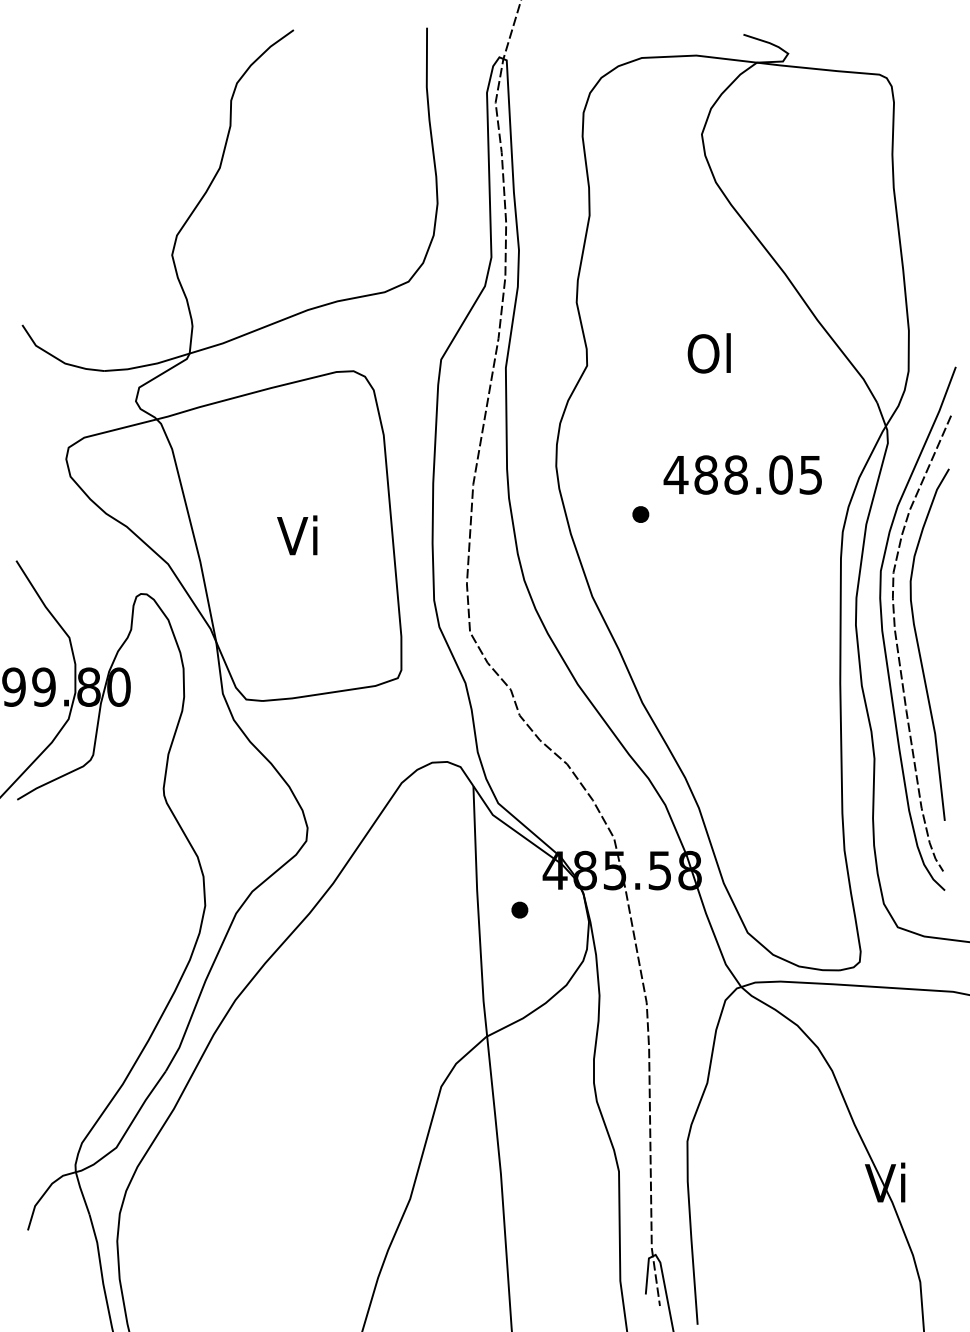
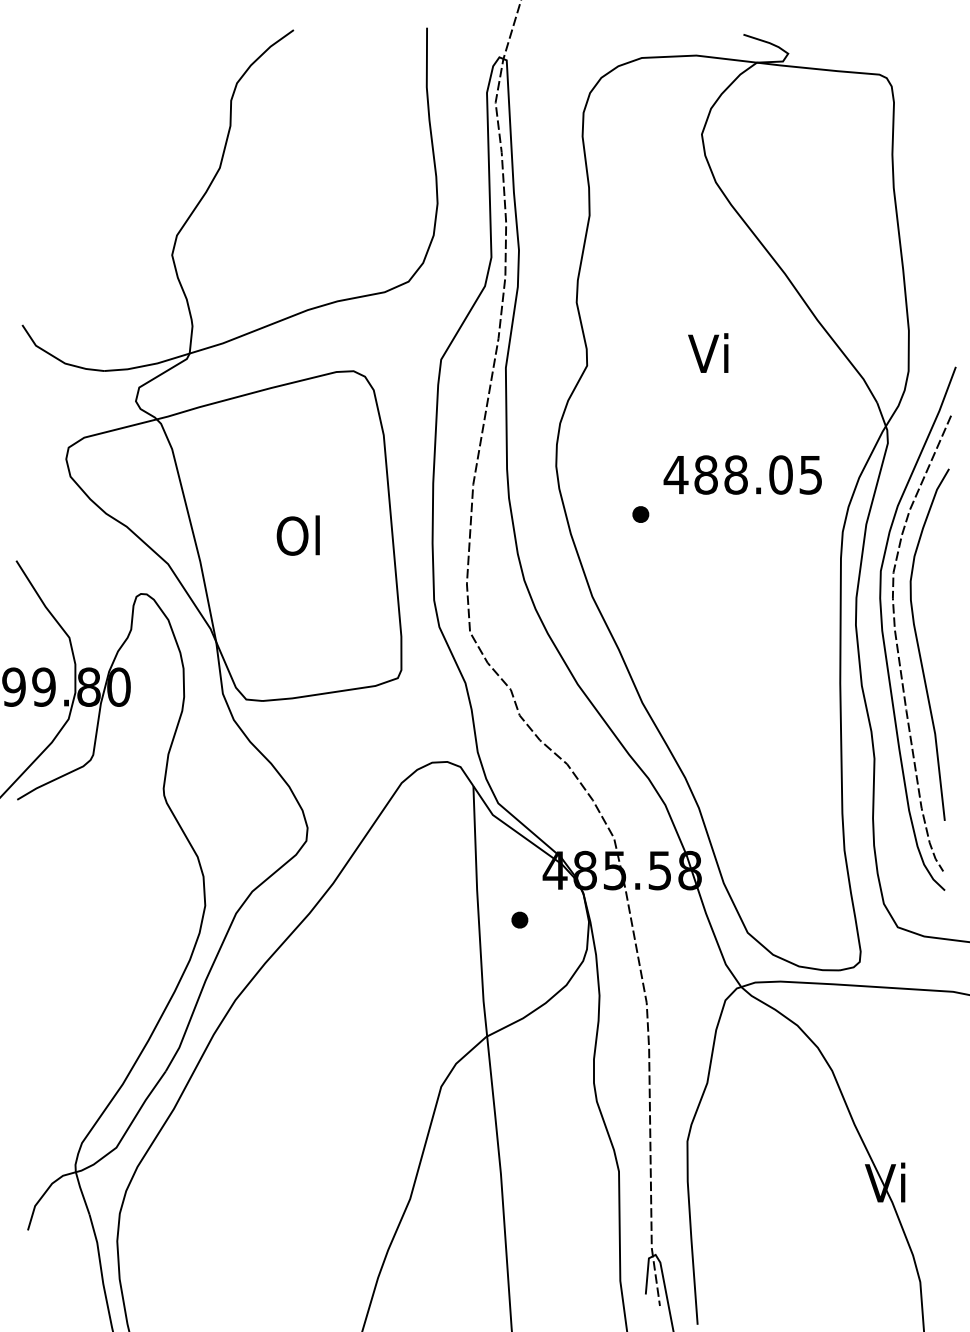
text at (708, 353): Ol -> Vi
text at (297, 535): Vi -> Ol
part at (519, 909) position: (519, 909) -> (519, 919)
